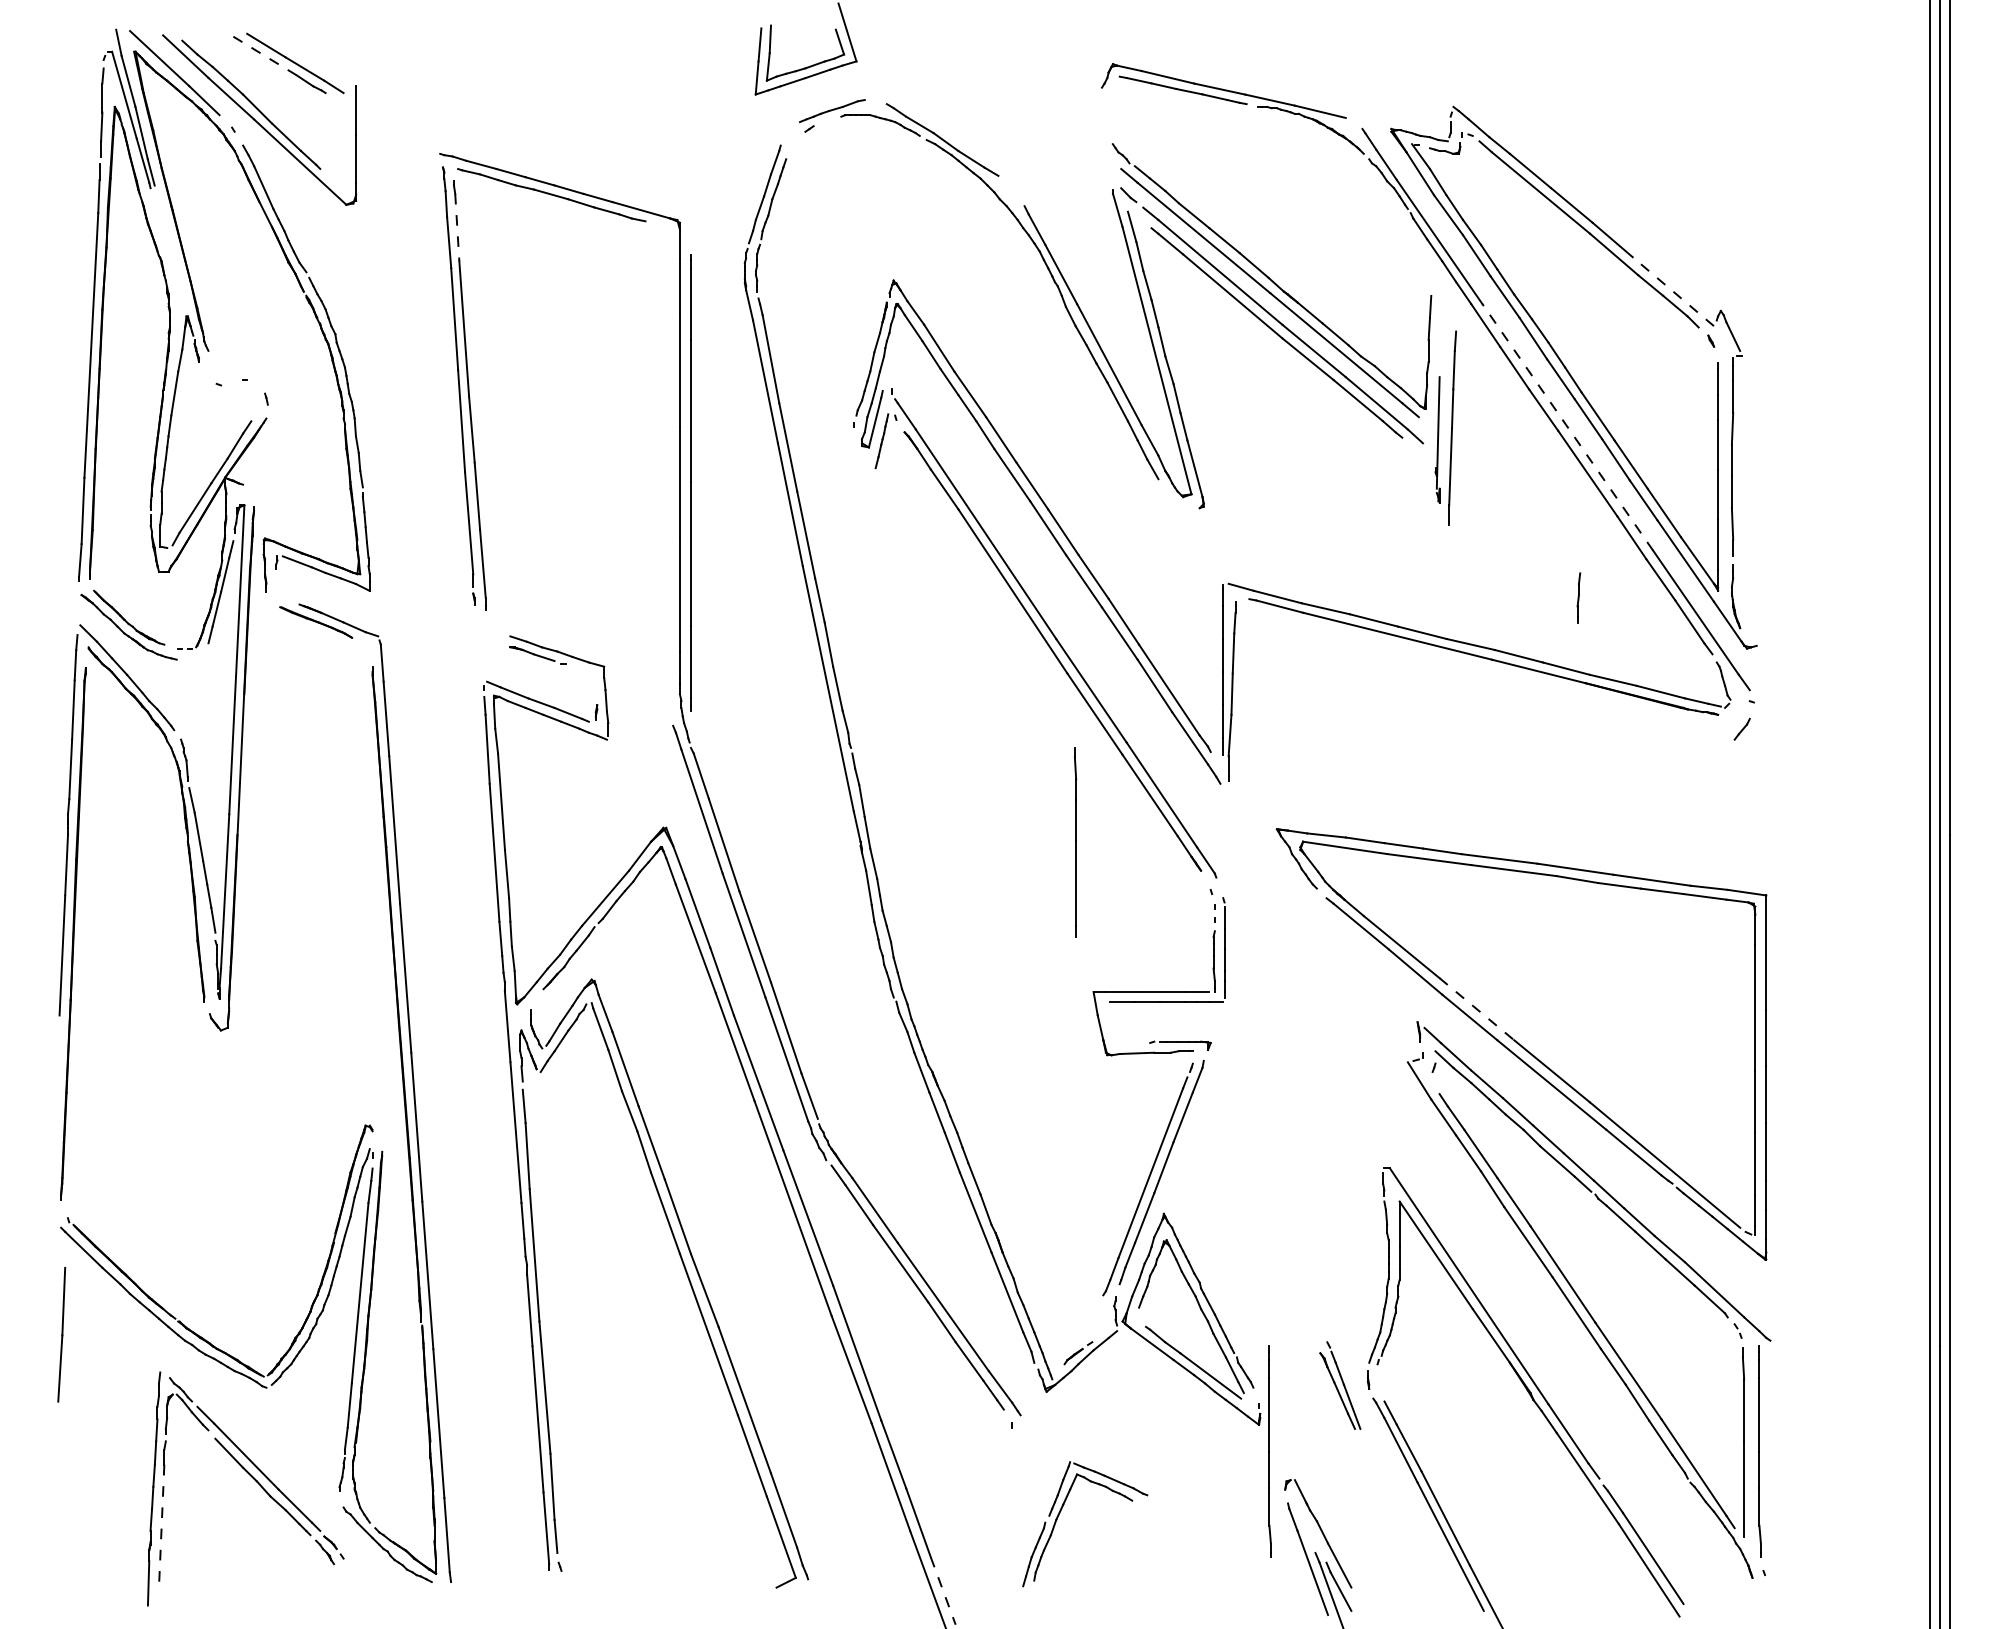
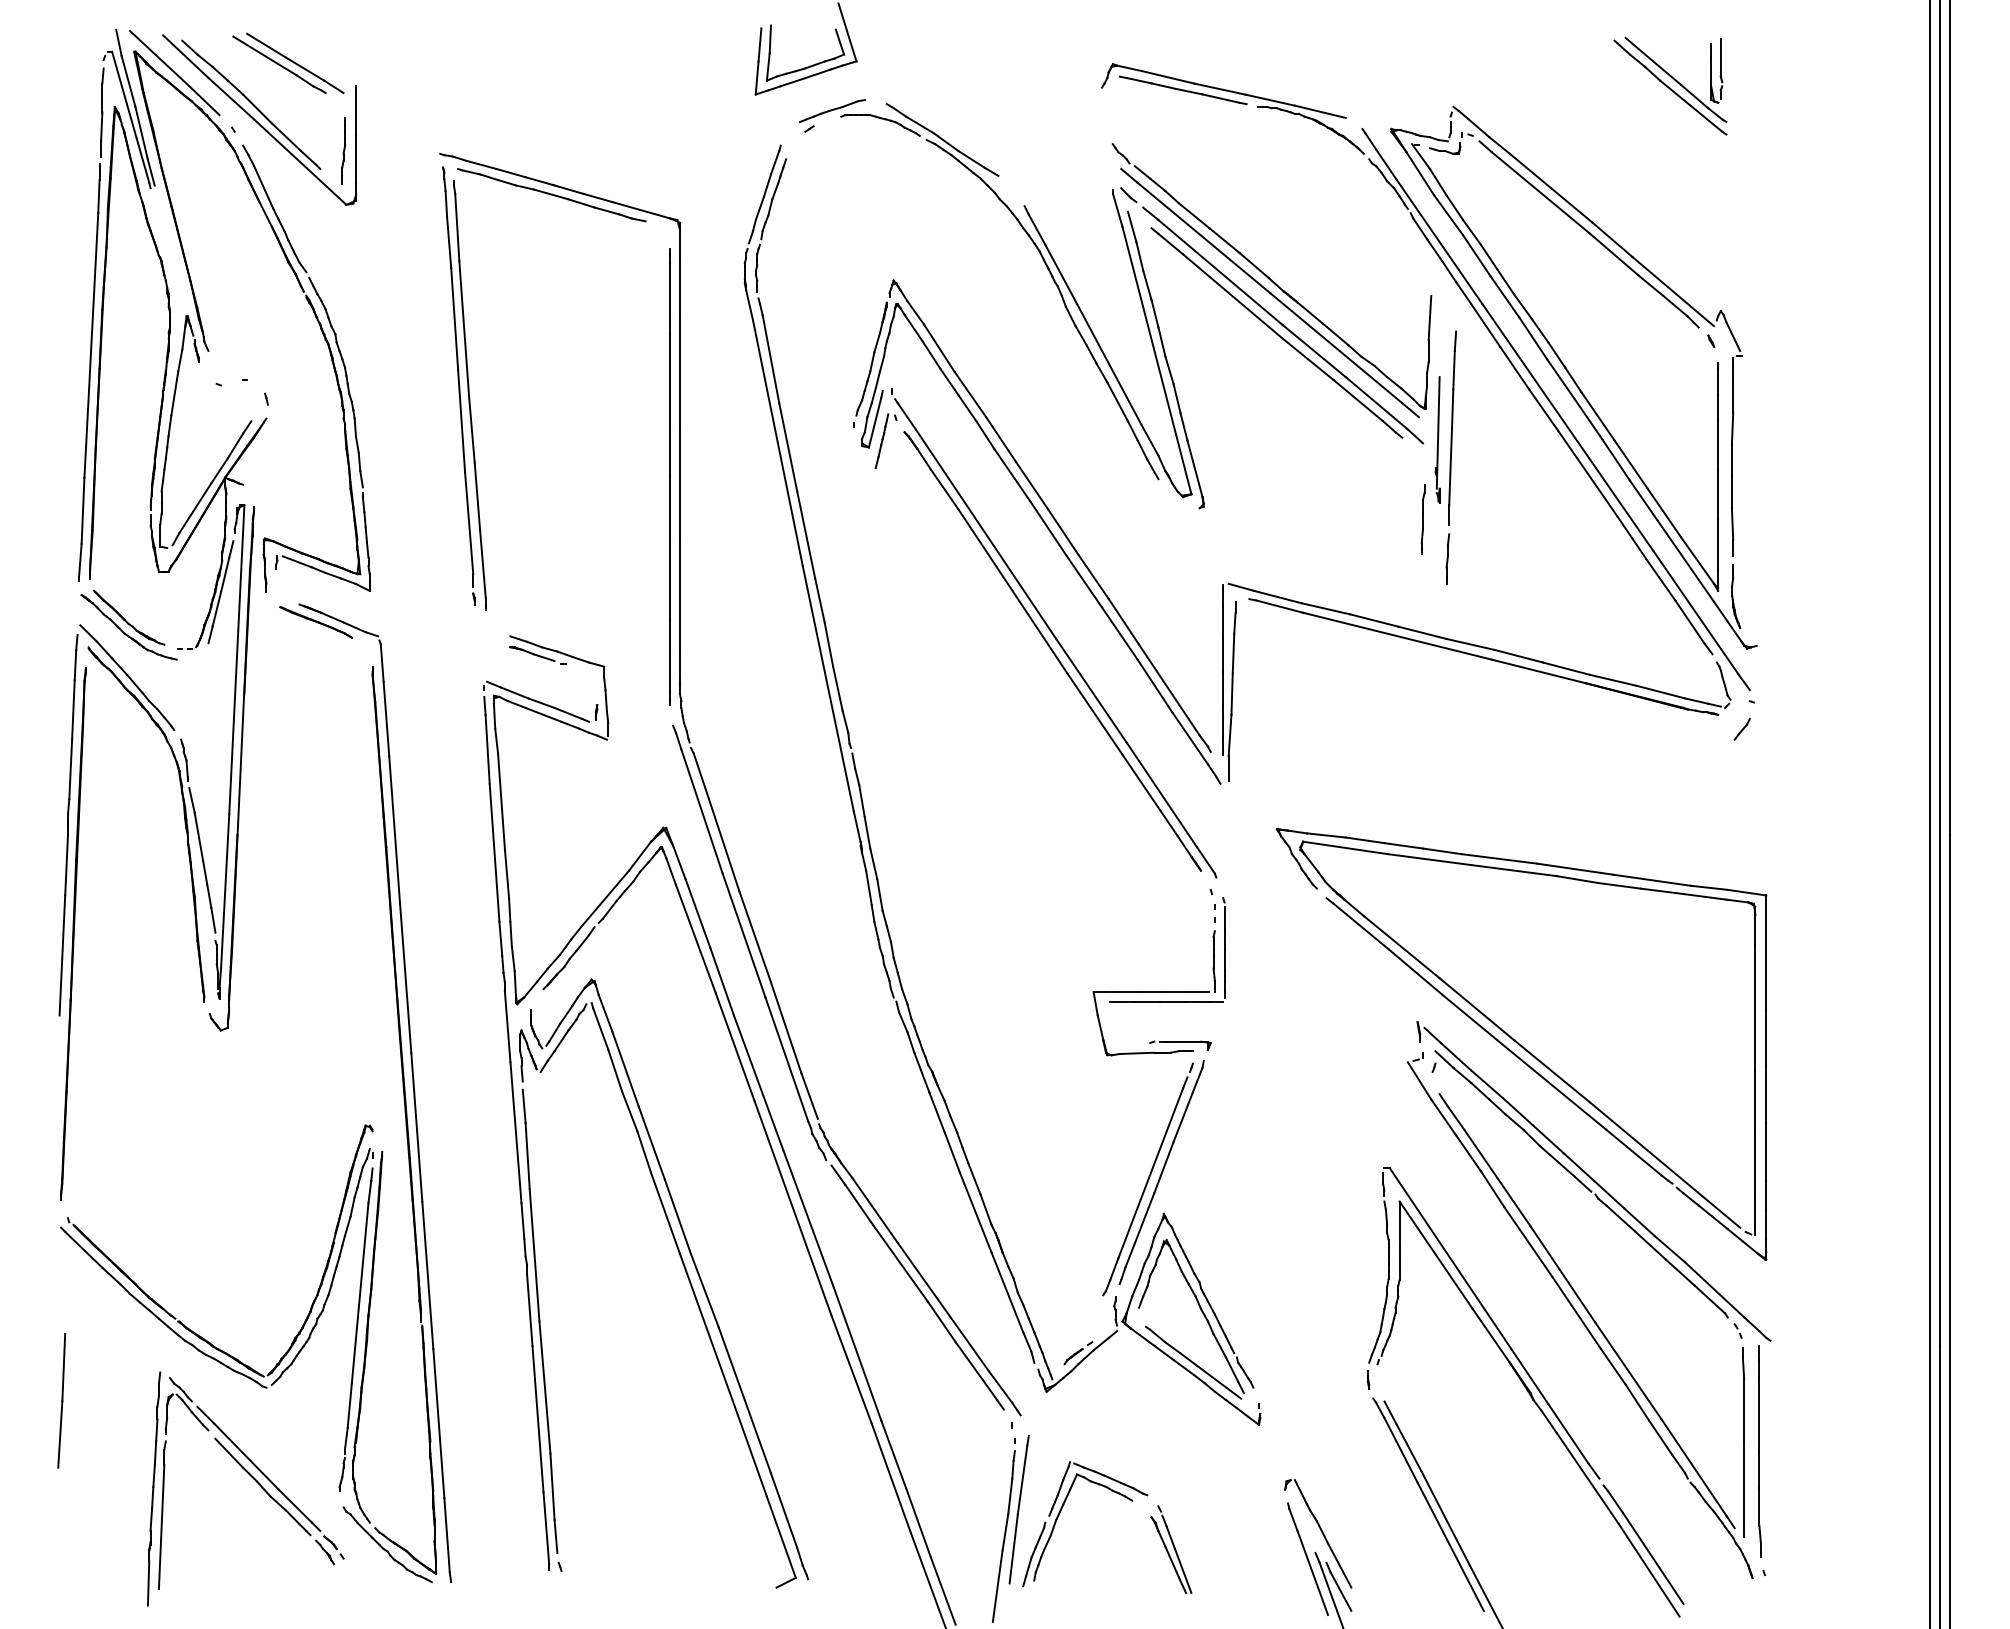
line at (265, 56): dashed -> solid
part at (1670, 85): none -> present
part at (343, 150): none -> present
line at (457, 227): dashed -> solid
line at (1672, 291): dashed -> solid
line at (1567, 427): dashed -> solid
line at (690, 482) position: (690, 482) -> (669, 476)
part at (1422, 519): none -> present
part at (1578, 597) position: (1578, 597) -> (1447, 558)
part at (1075, 842): present -> none
line at (1476, 1009): dashed -> solid
line at (61, 1334) position: (61, 1334) -> (61, 1400)
part at (1340, 1385) position: (1340, 1385) -> (1171, 1549)
part at (1269, 1451): present -> none
line at (161, 1527): dashed -> solid
part at (1010, 1528): none -> present
line at (943, 1591): dashed -> solid
